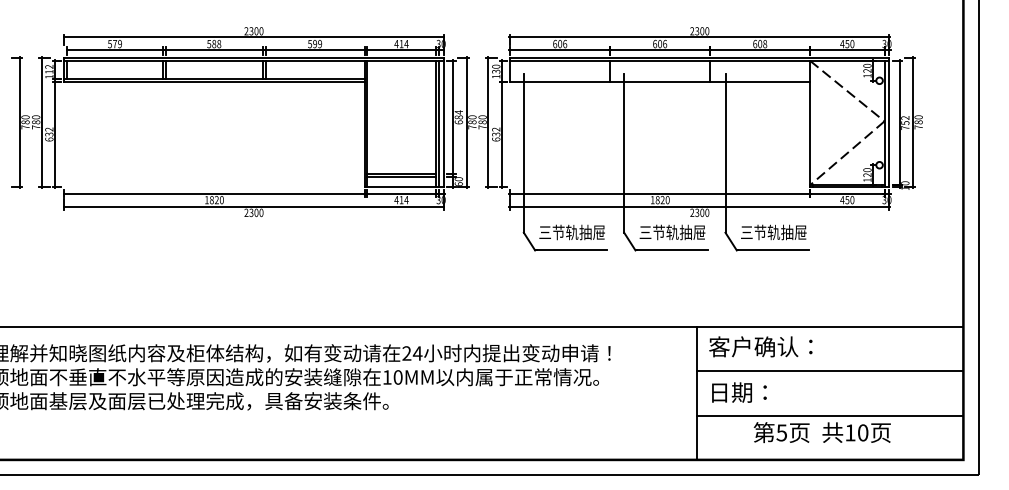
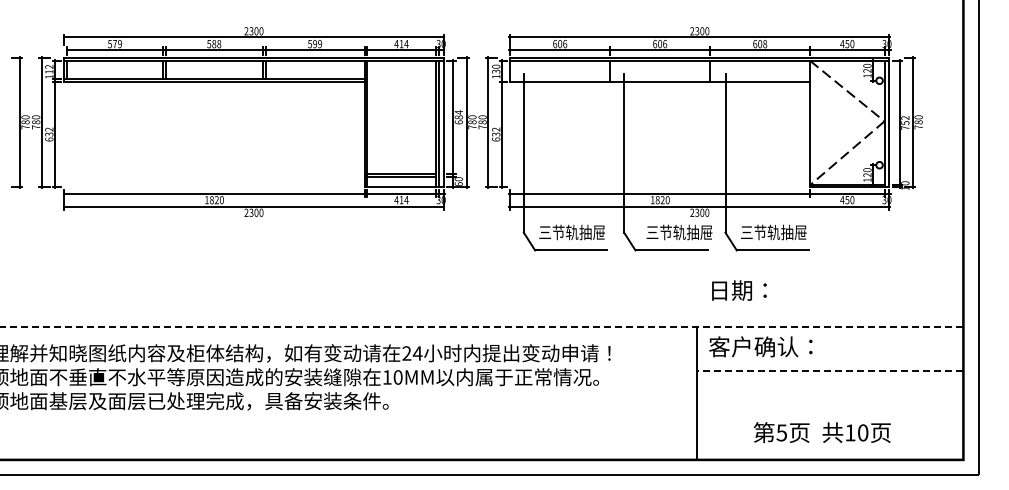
text at (672, 232) position: (672, 232) -> (679, 232)
line at (481, 326): solid -> dashed
line at (829, 371): solid -> dashed
text at (739, 392) position: (739, 392) -> (739, 290)
line at (829, 415): present -> none
